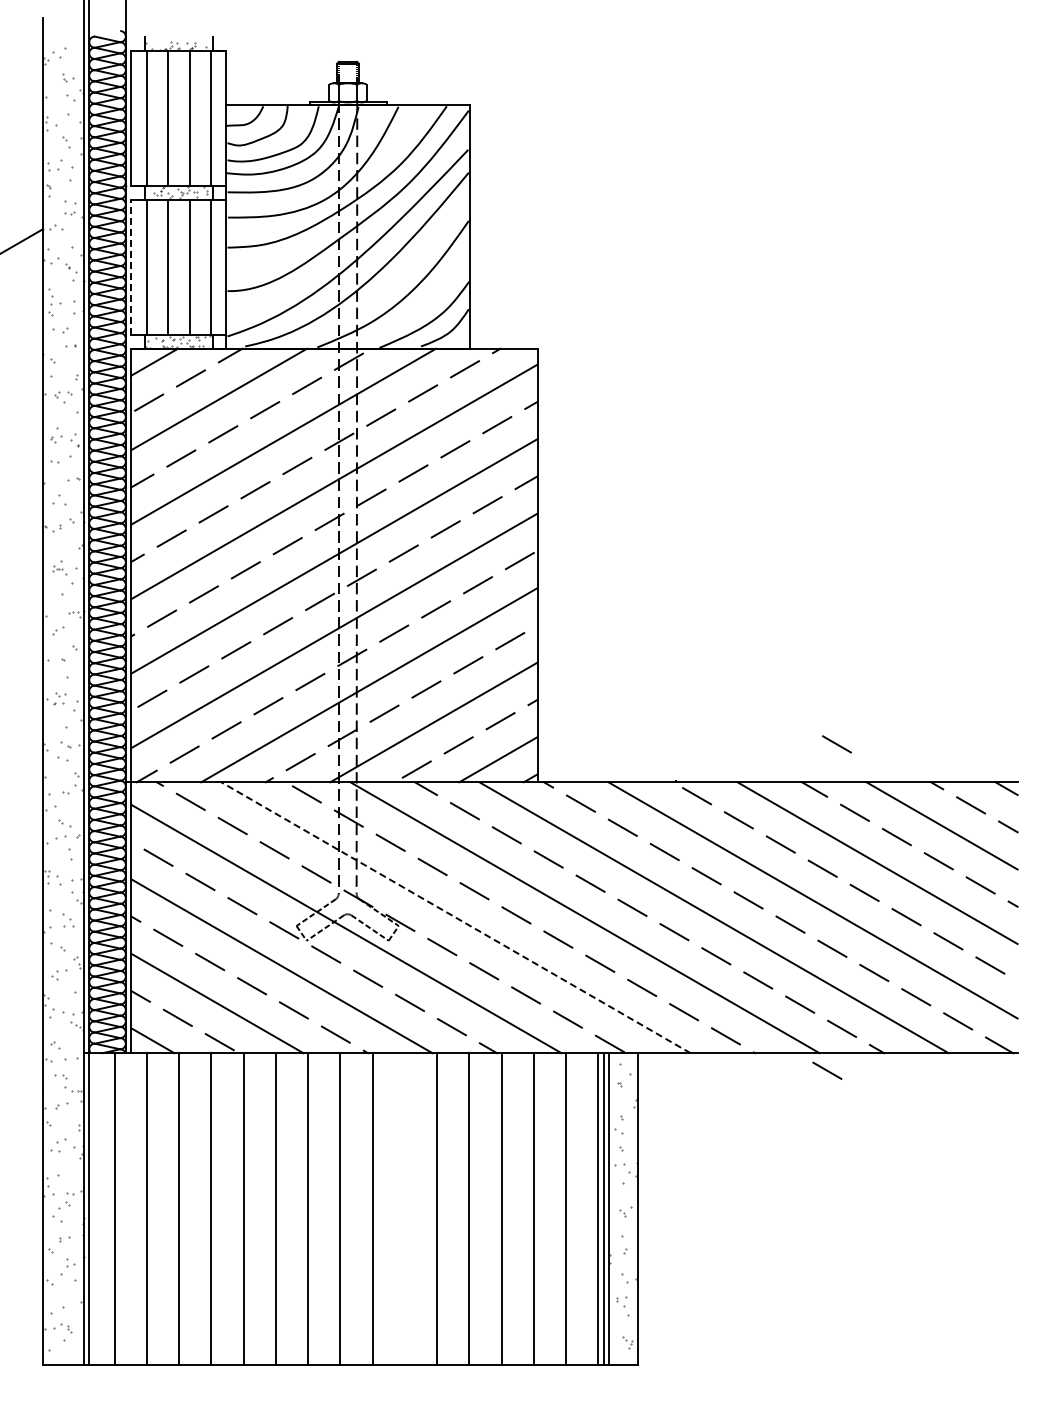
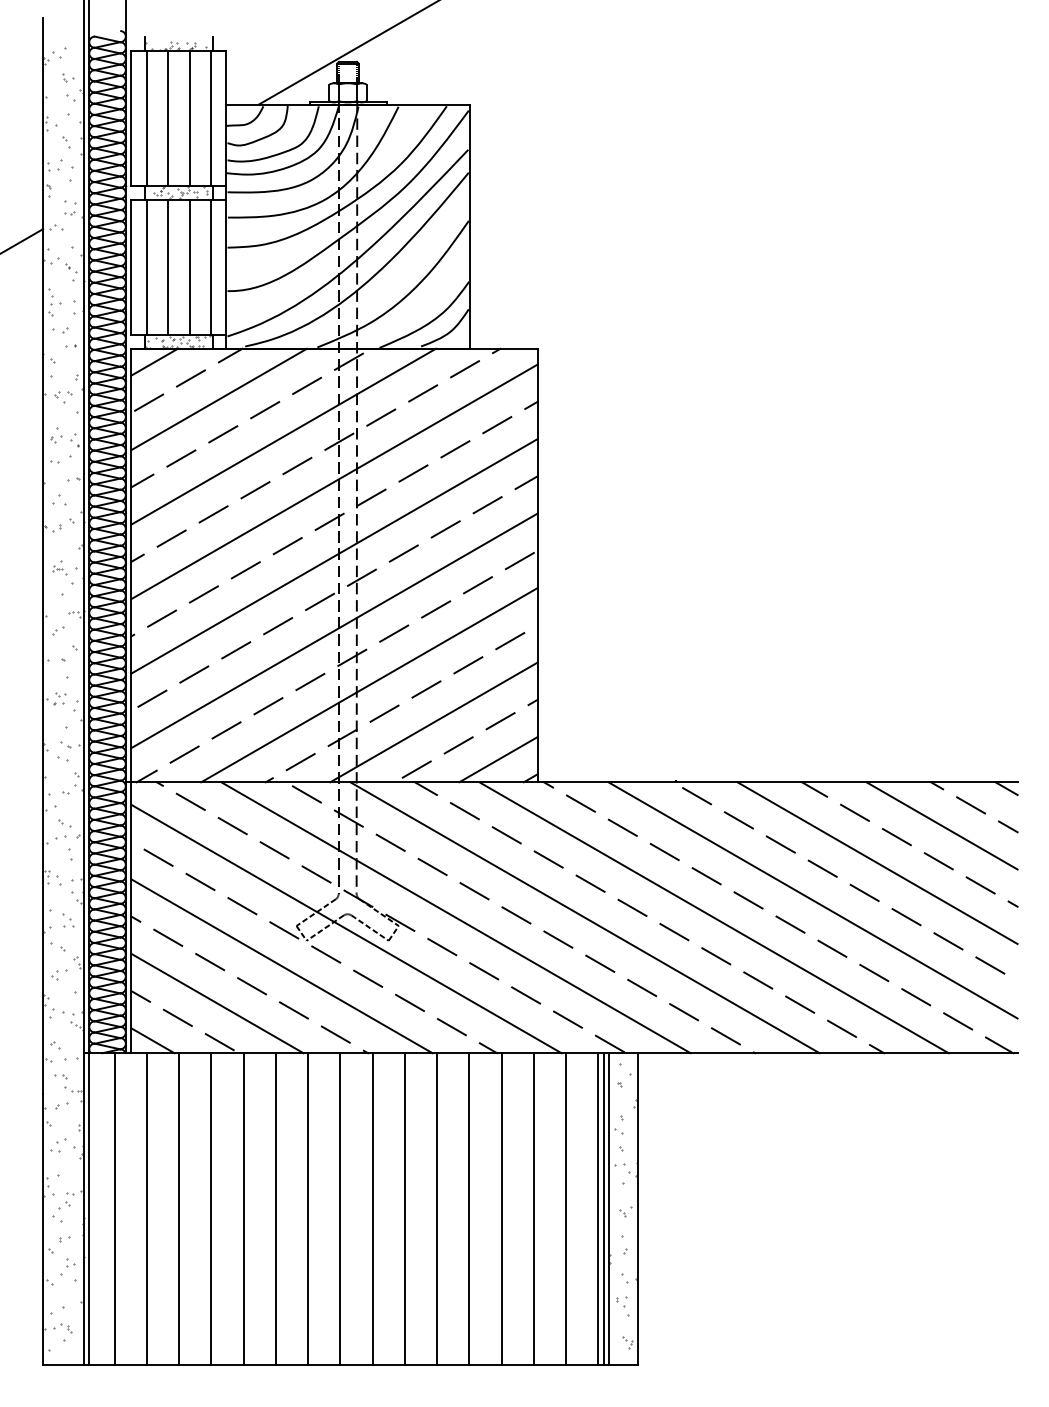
line at (346, 53): none -> present
line at (131, 267): dashed -> solid
line at (836, 744): present -> none
line at (455, 917): dashed -> solid
line at (827, 1070): present -> none
line at (404, 1208): none -> present
